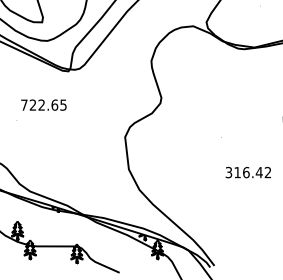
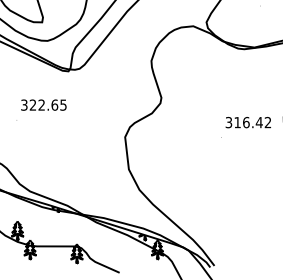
text at (24, 104): 722.65 -> 322.65
text at (247, 172) position: (247, 172) -> (247, 122)
